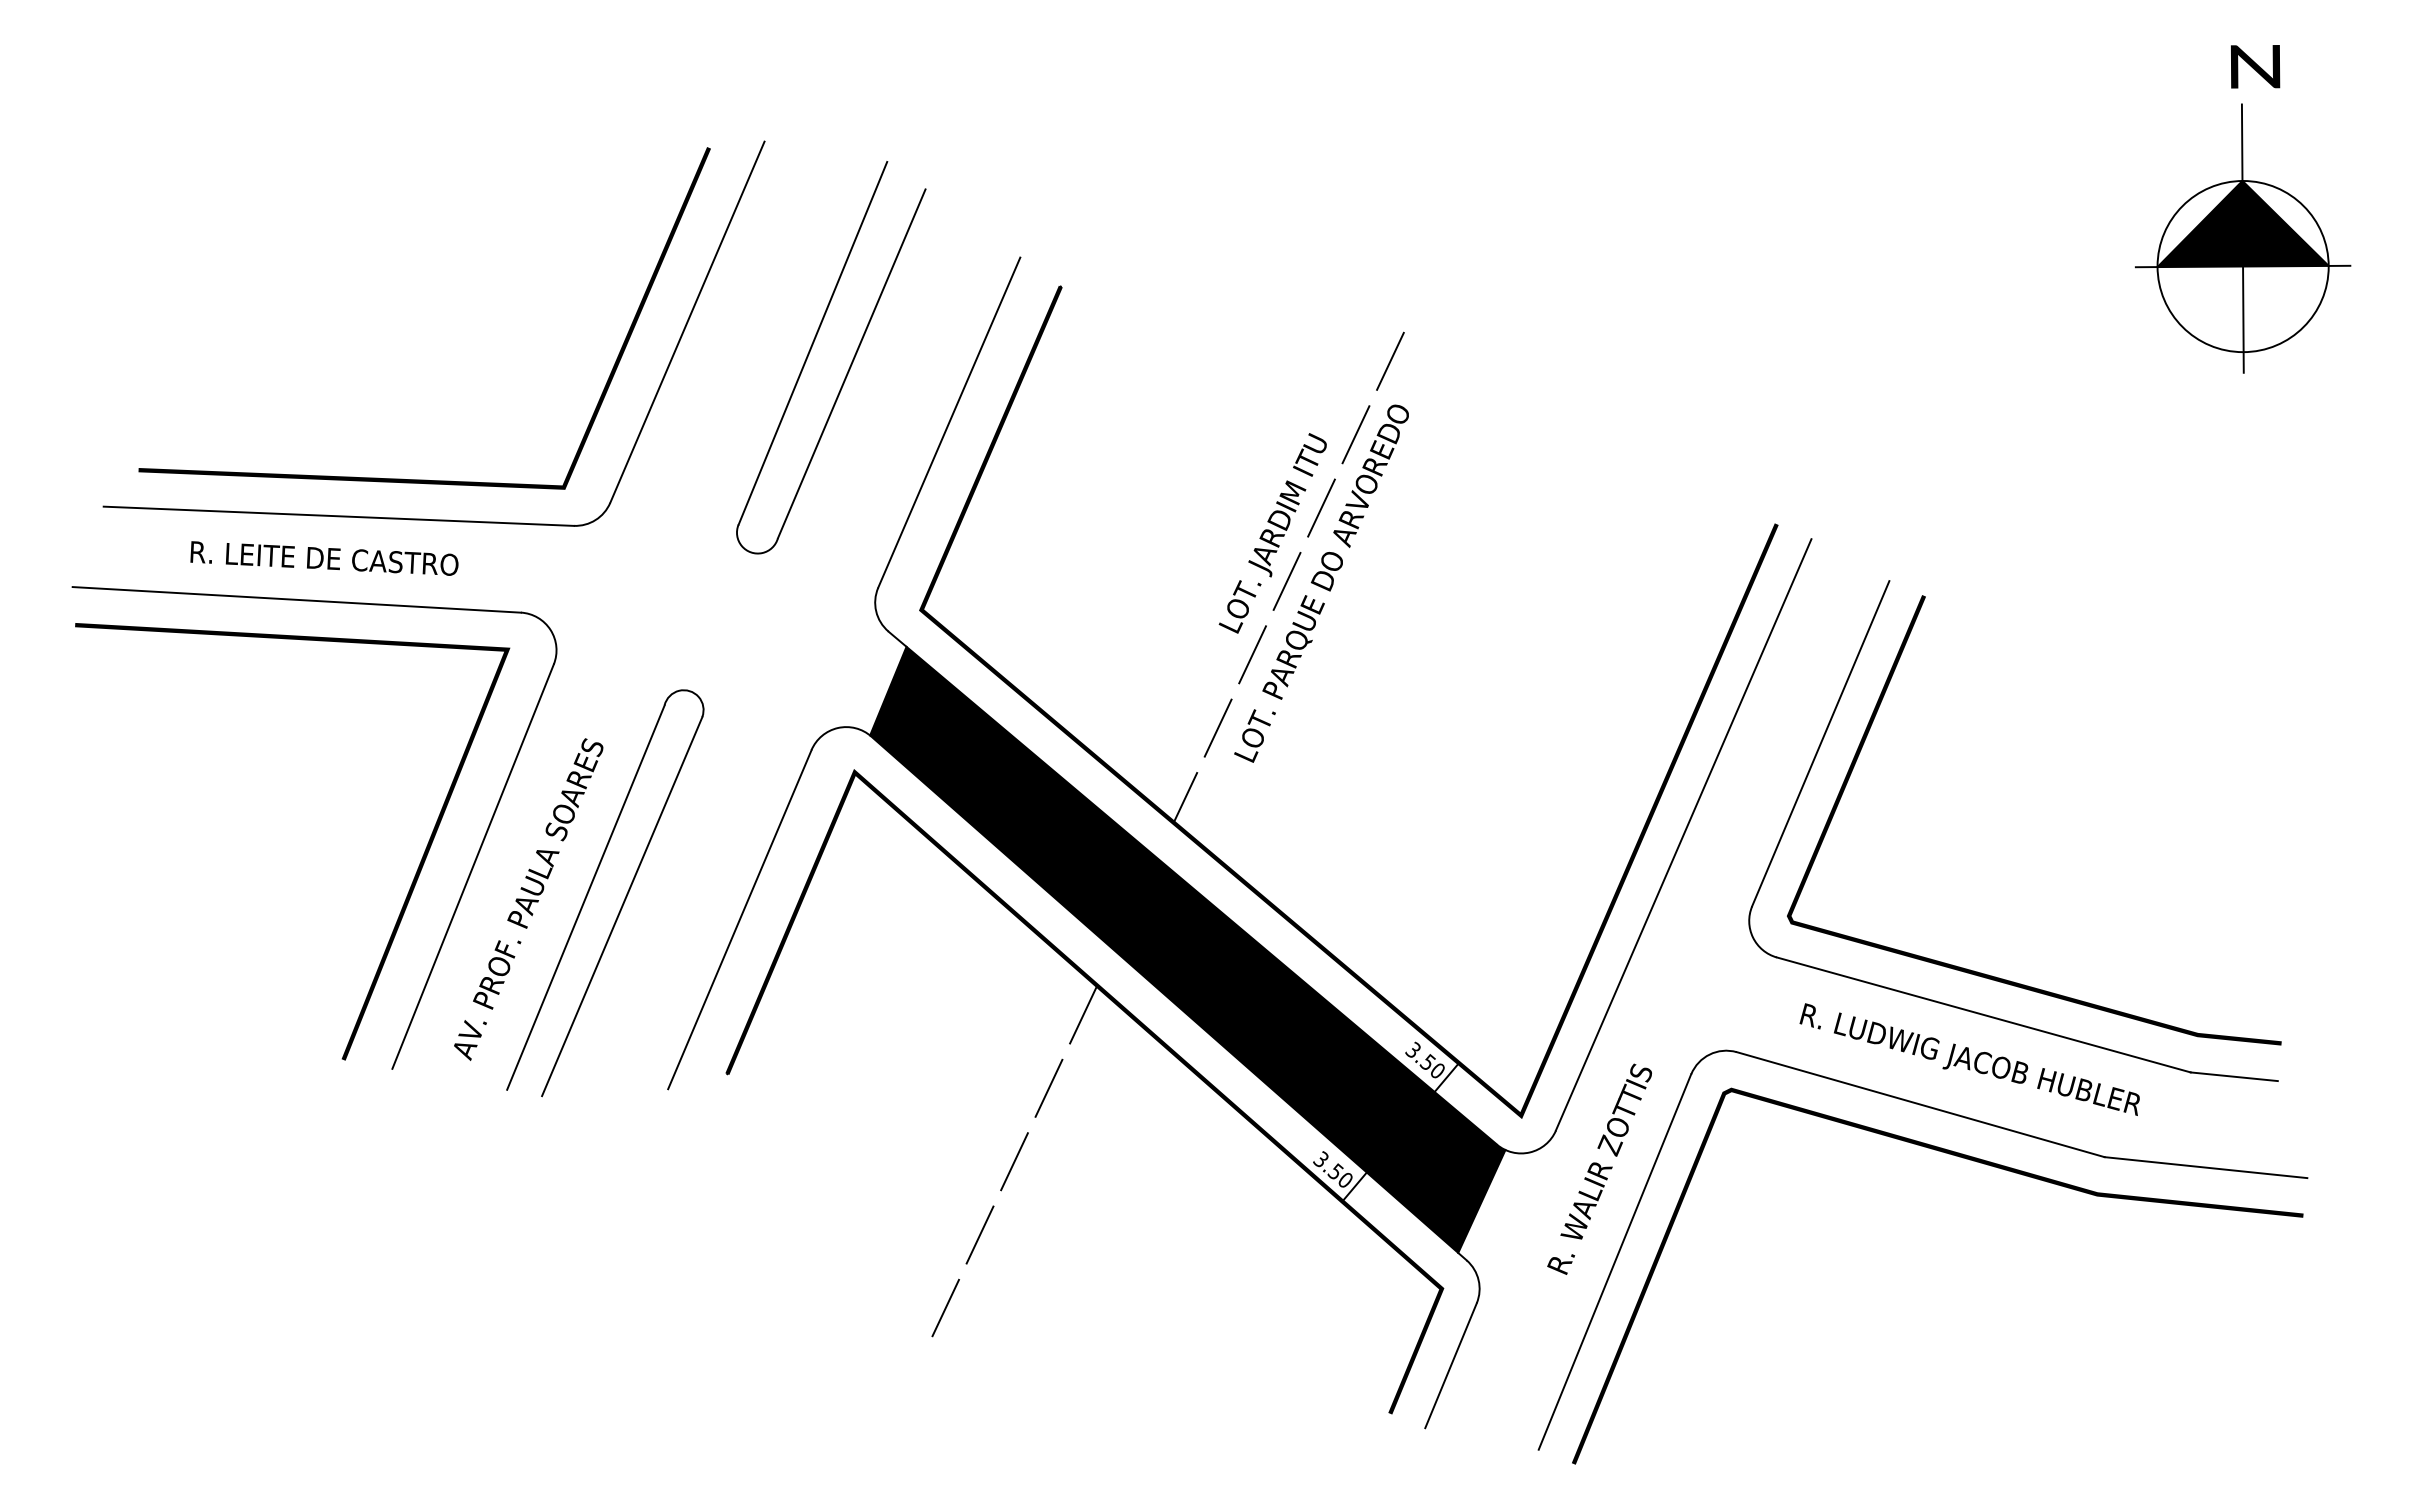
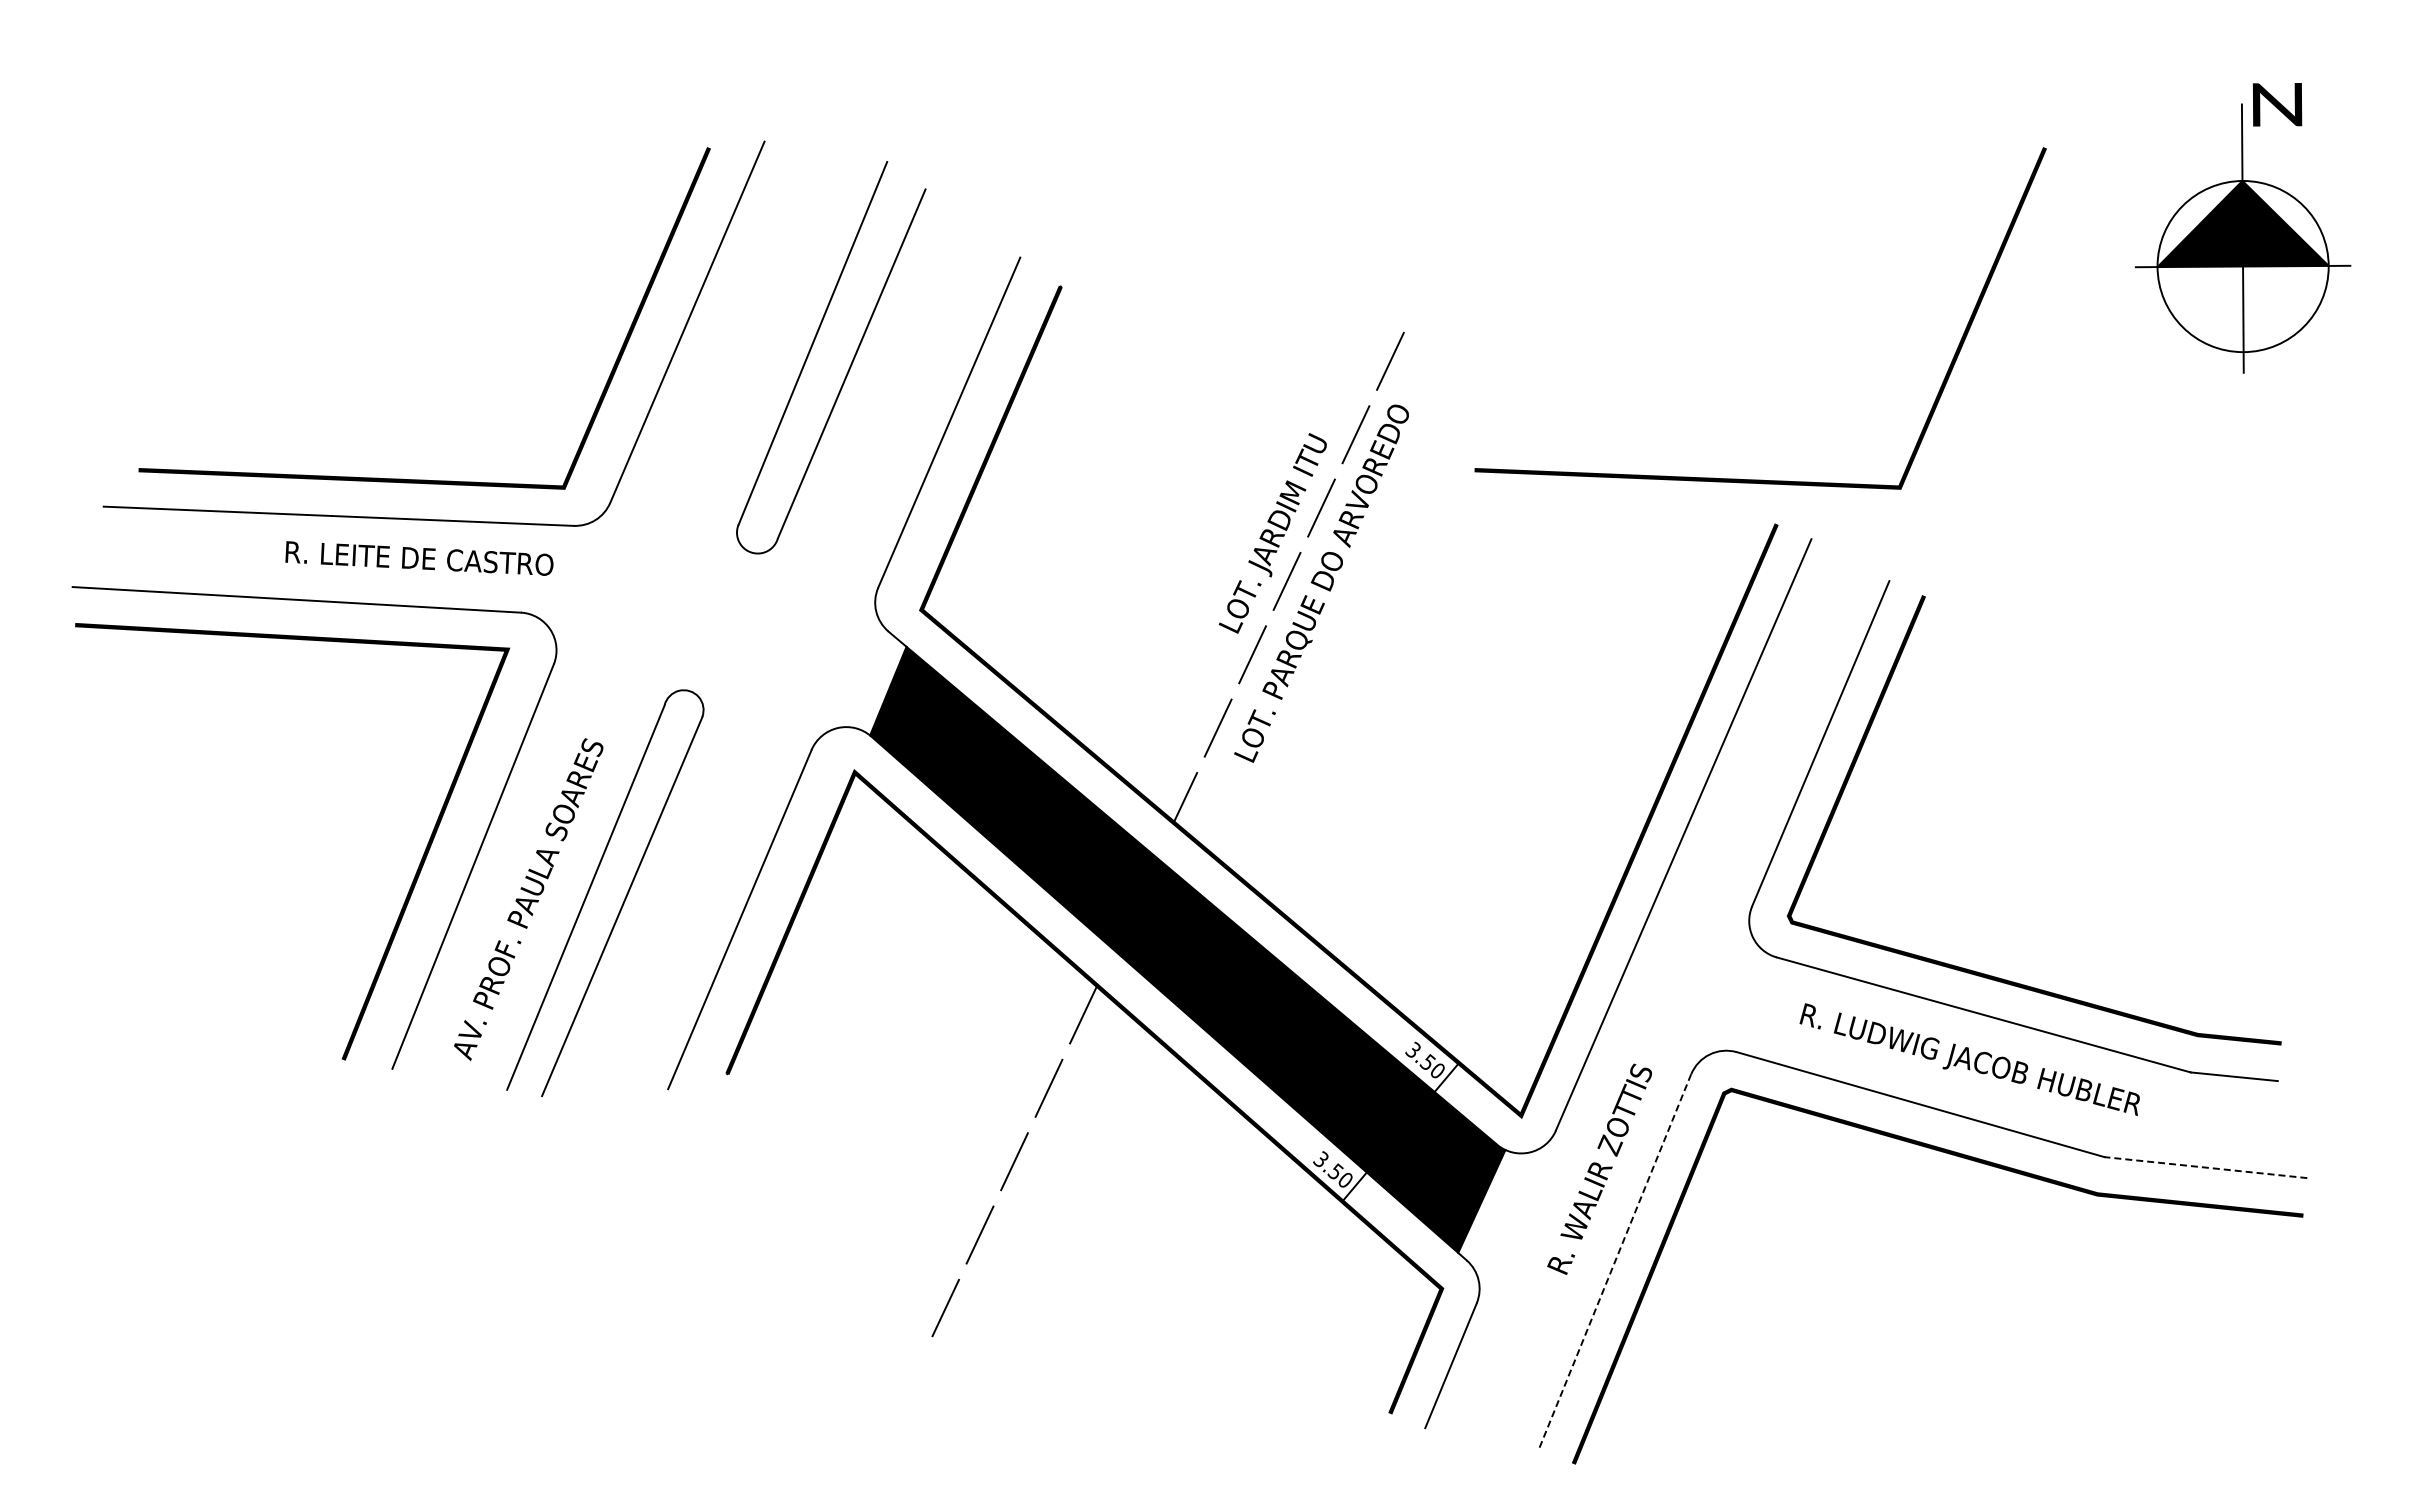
text at (2255, 66) position: (2255, 66) -> (2277, 104)
line at (1760, 479): none -> present
text at (324, 558) position: (324, 558) -> (419, 558)
line at (2205, 1167): solid -> dashed
line at (1614, 1262): solid -> dashed
